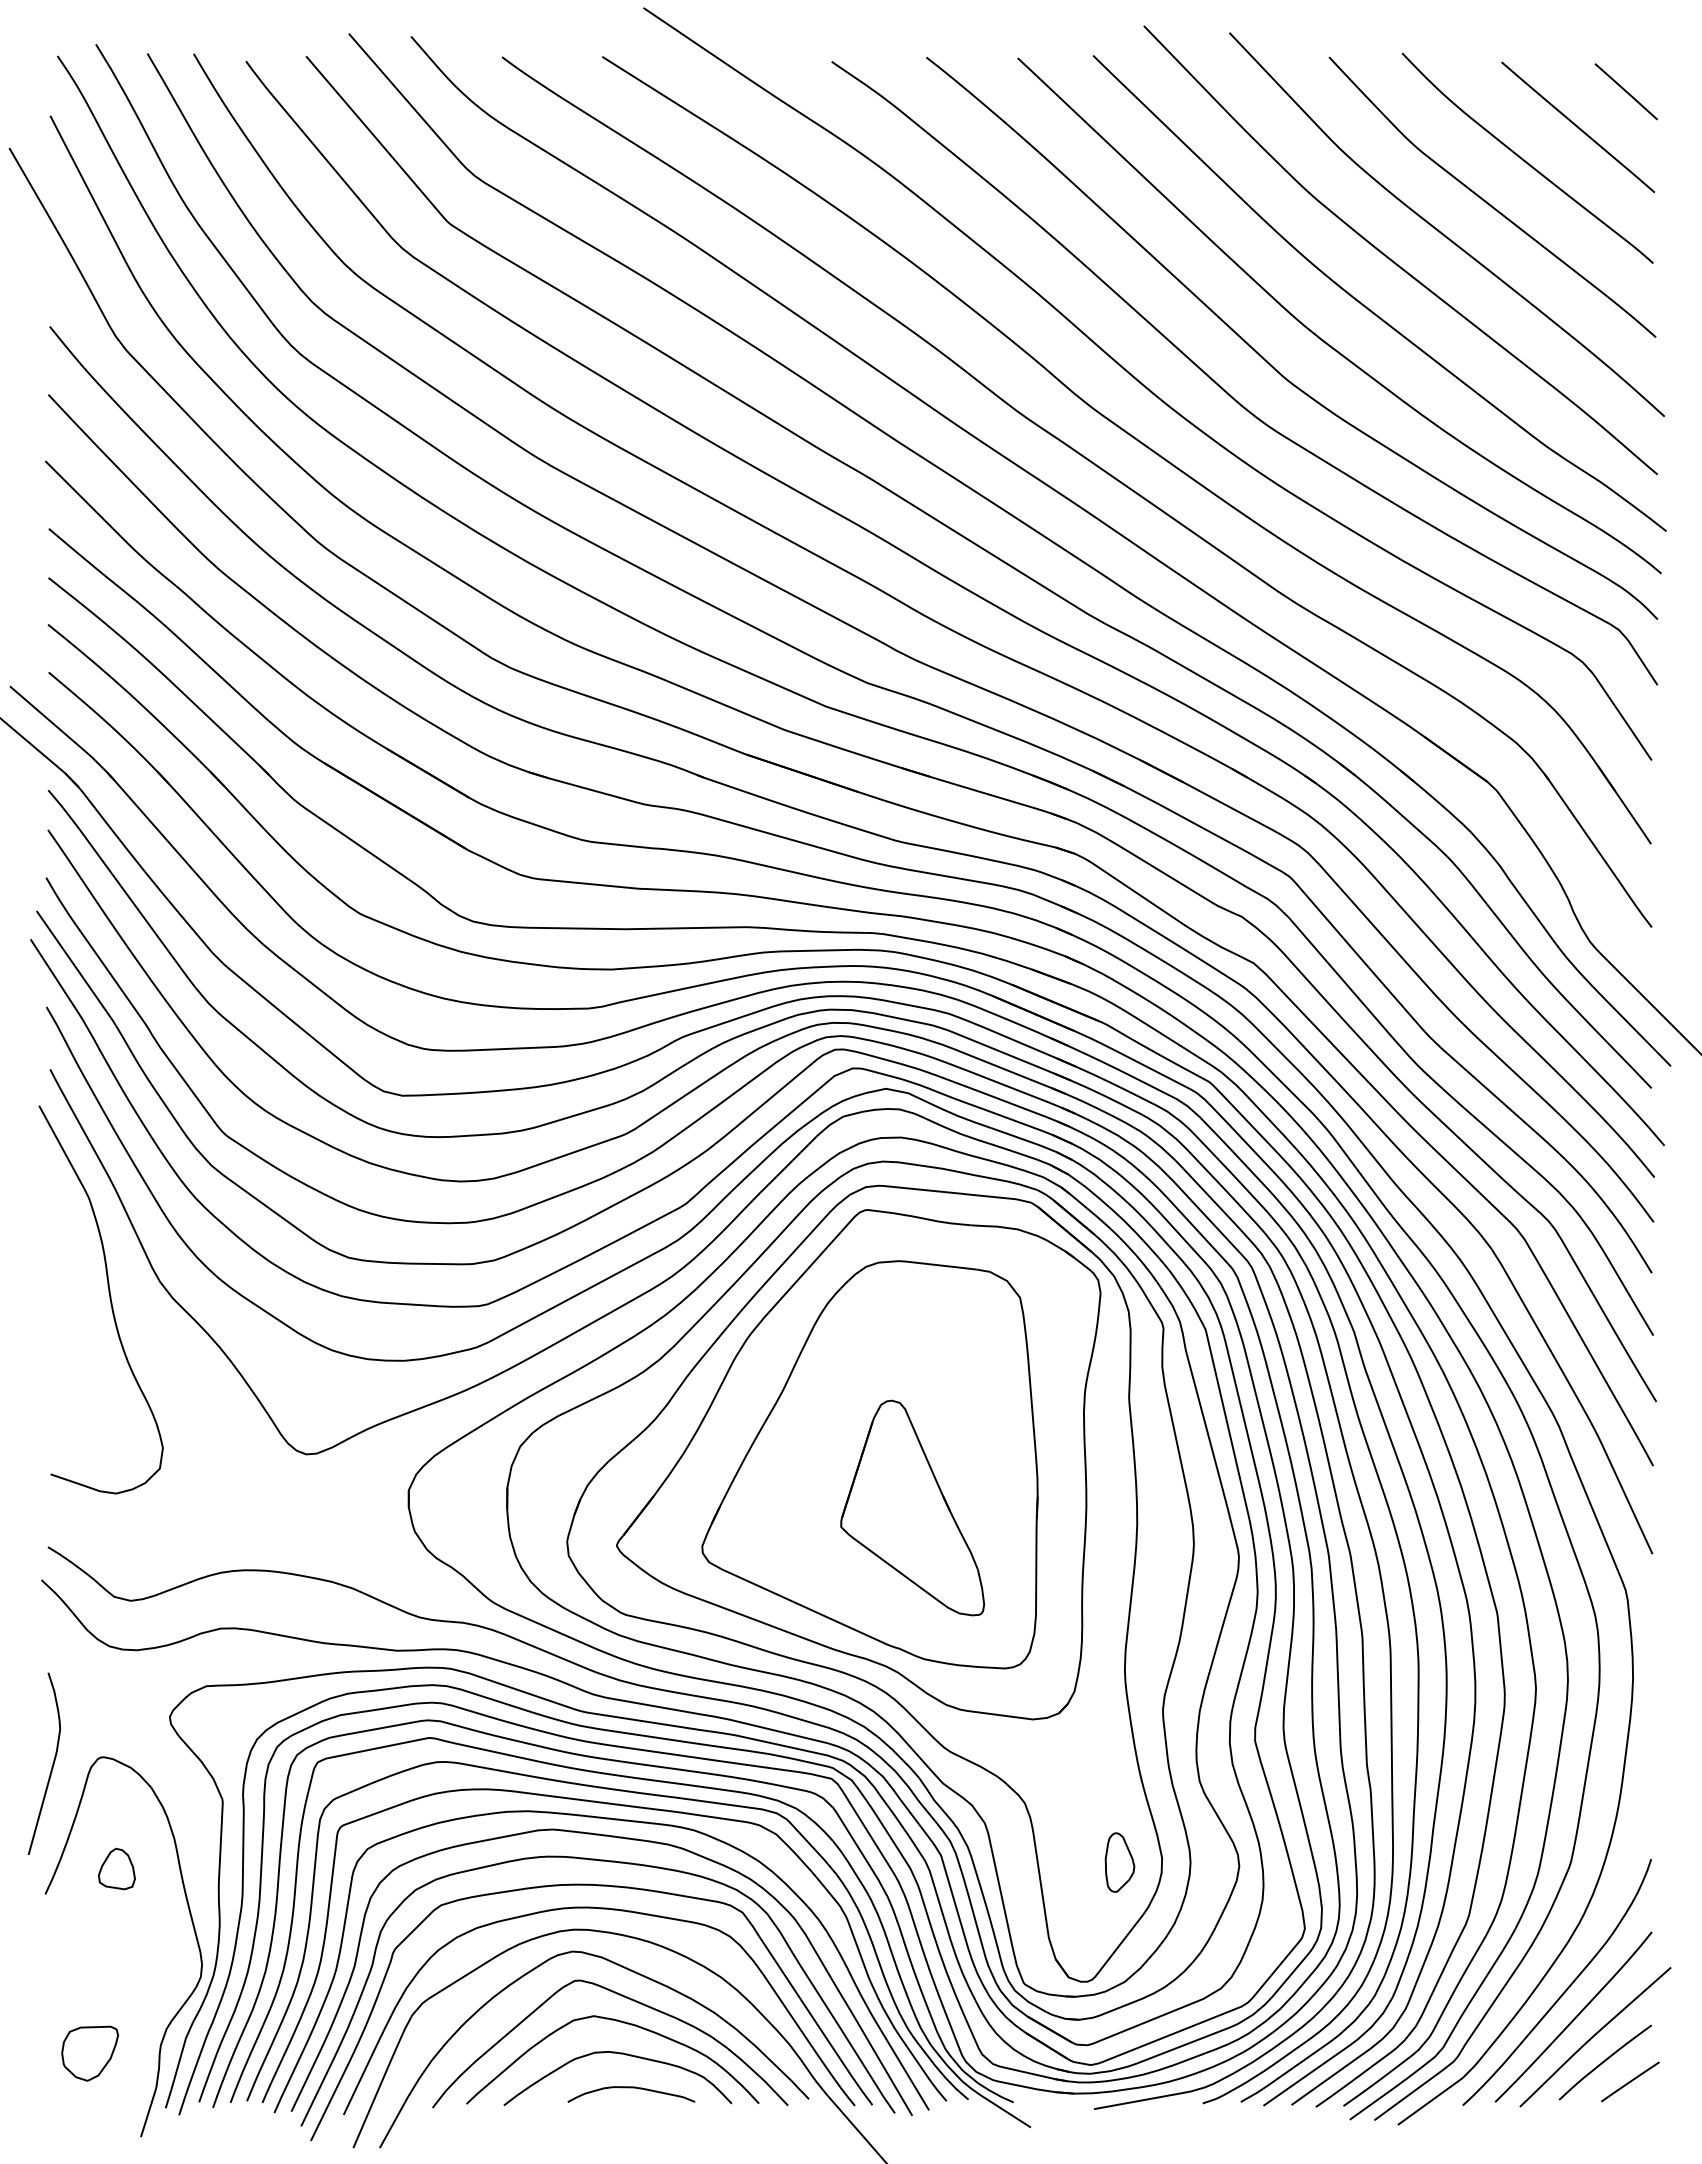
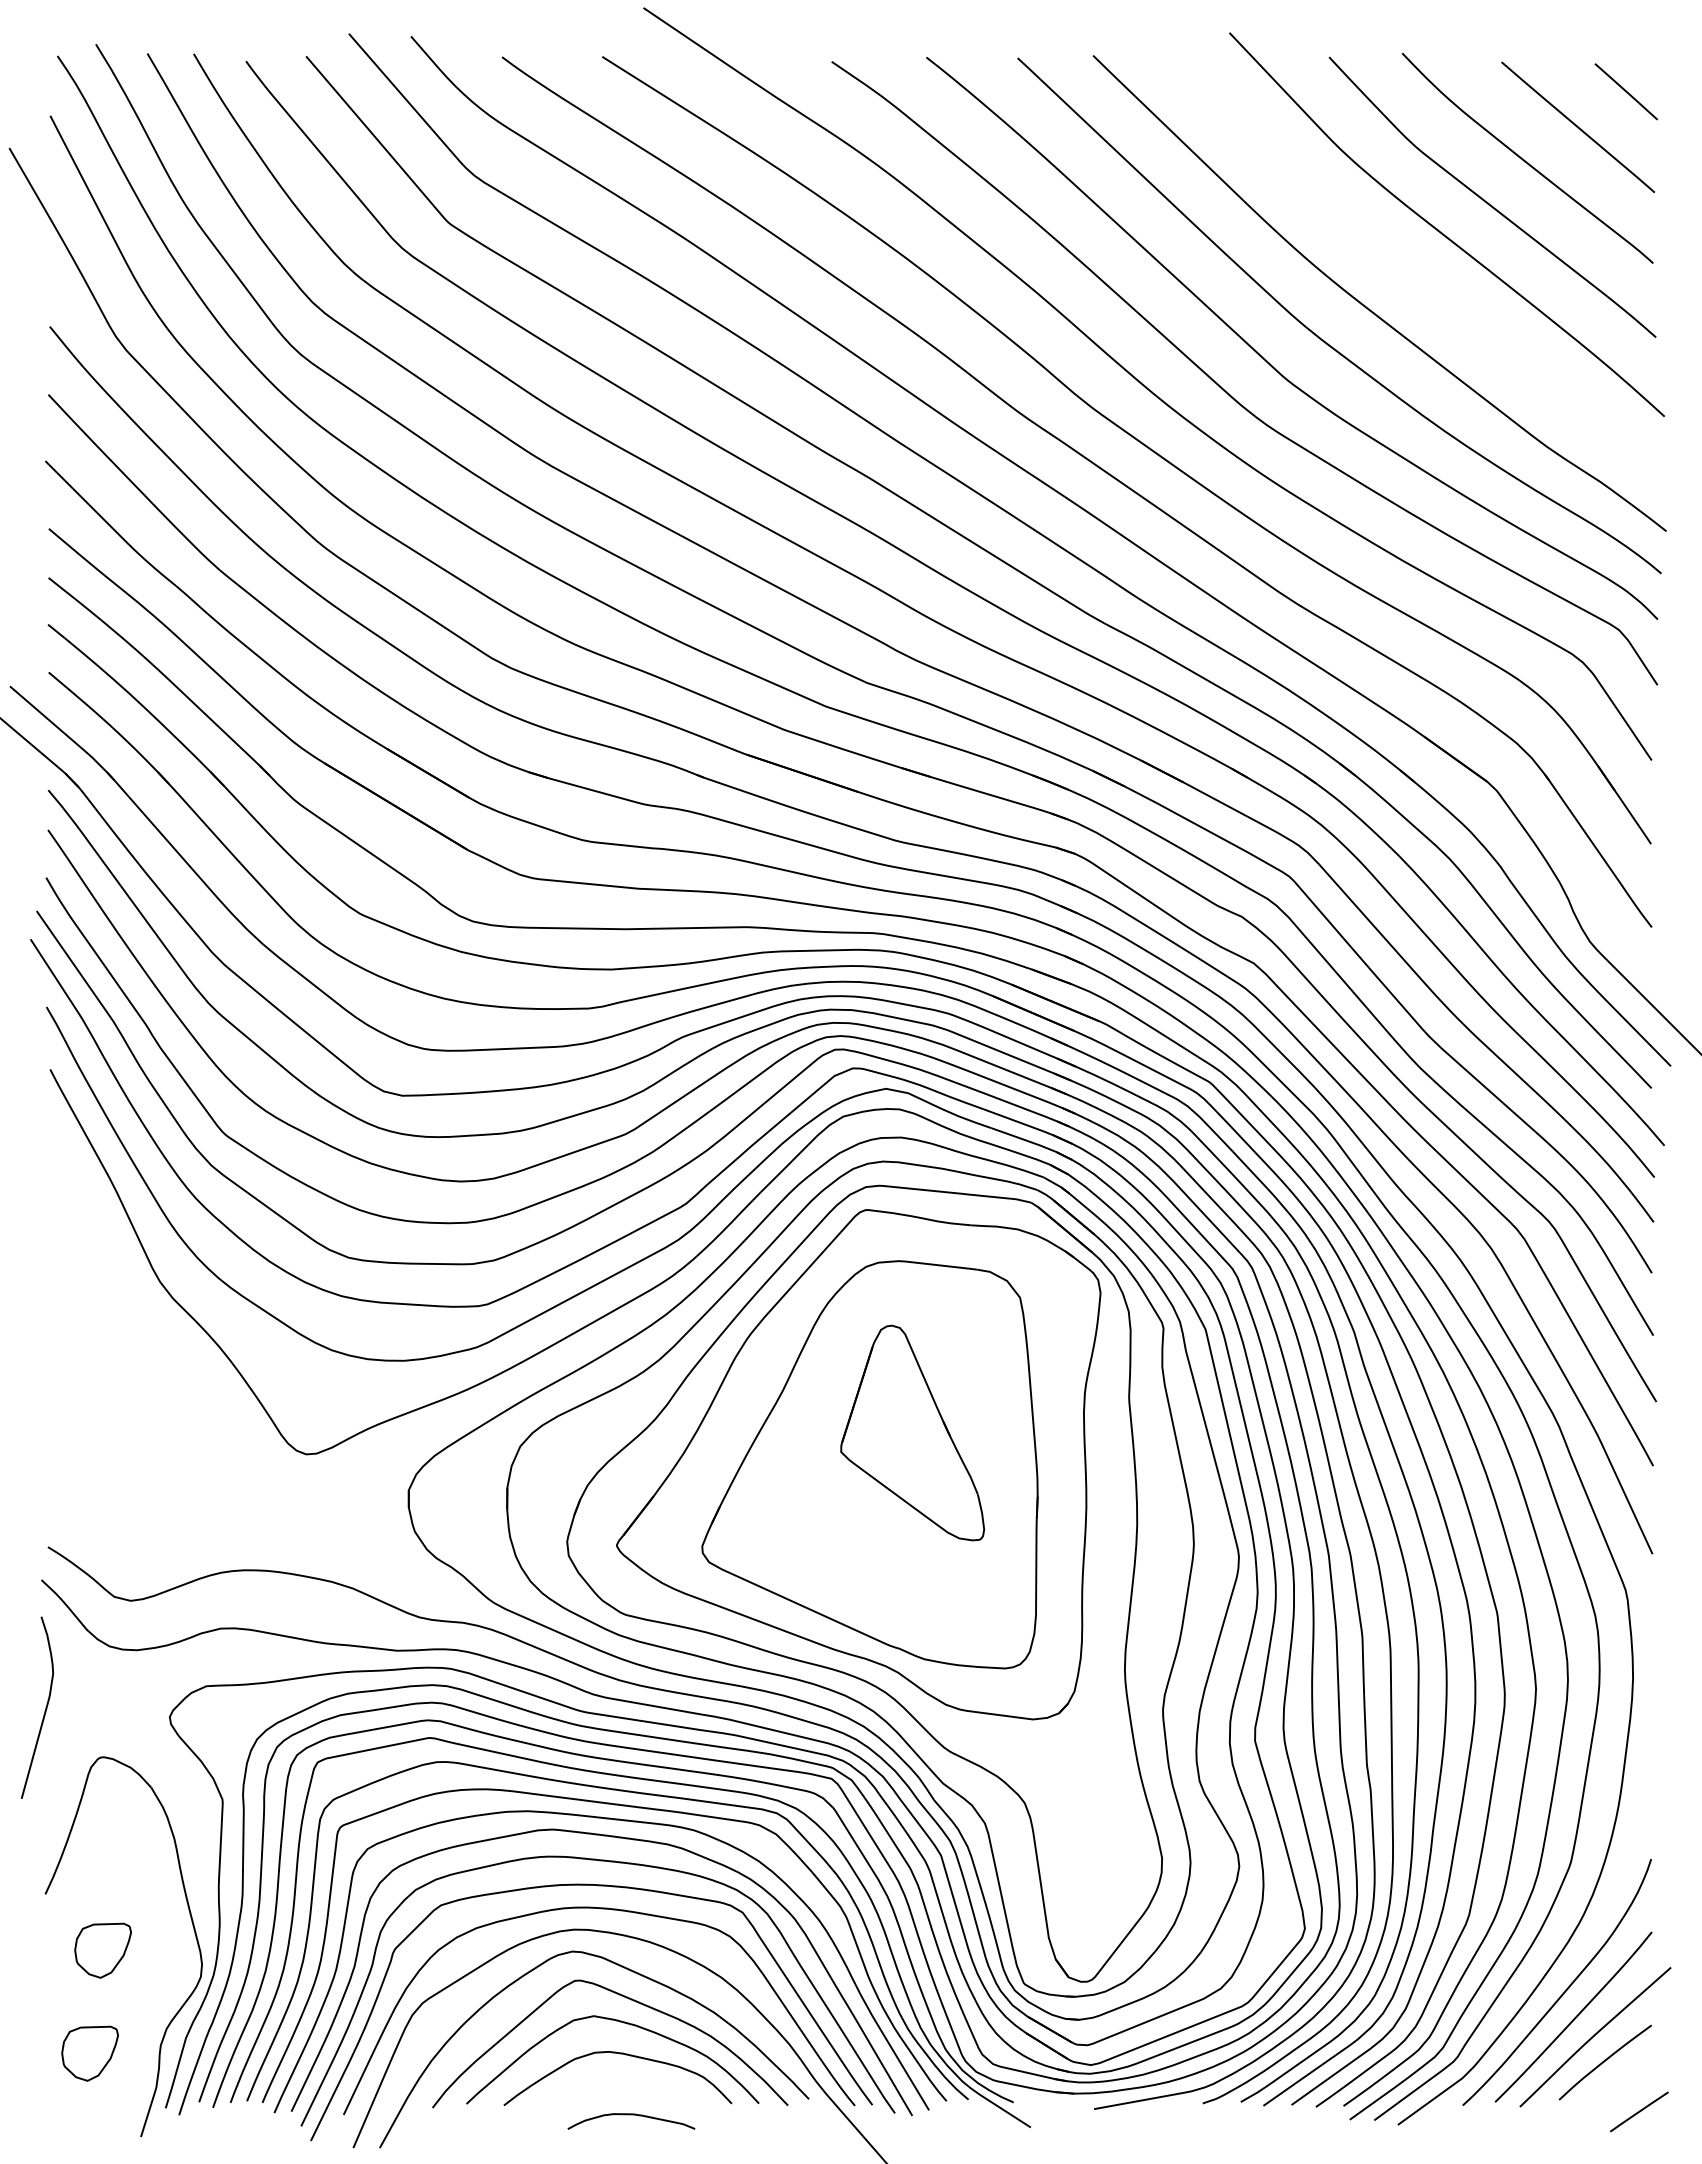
curve at (1392, 259): present -> none
part at (109, 1299): present -> none
part at (912, 1507) position: (912, 1507) -> (912, 1432)
curve at (51, 1766) position: (51, 1766) -> (44, 1710)
part at (1119, 1862): present -> none
part at (116, 1869): present -> none
part at (102, 1950): none -> present
line at (1630, 2081) position: (1630, 2081) -> (1639, 2111)
curve at (631, 2088) position: (631, 2088) -> (631, 2115)
